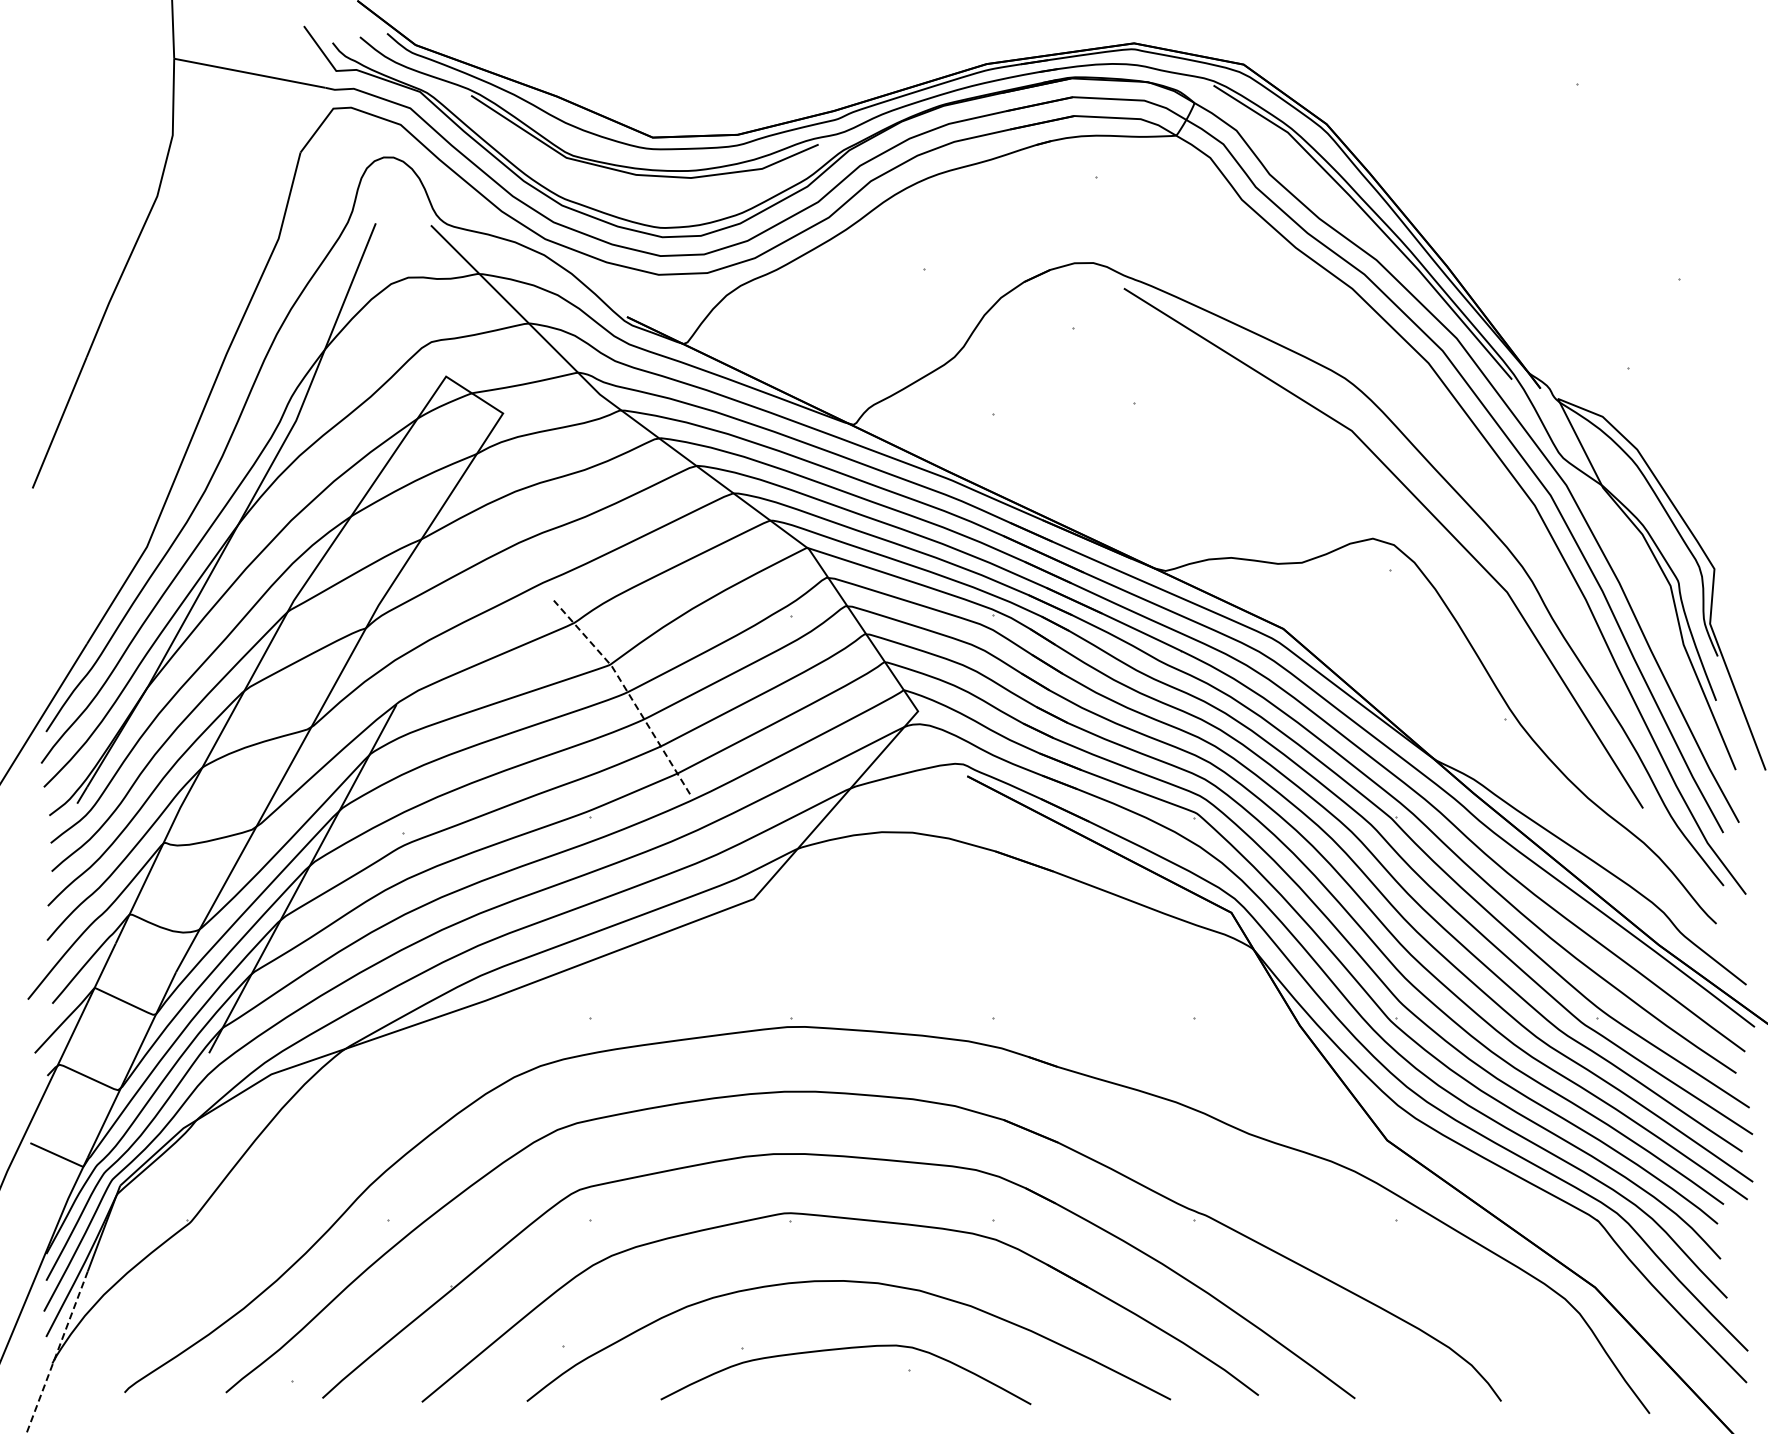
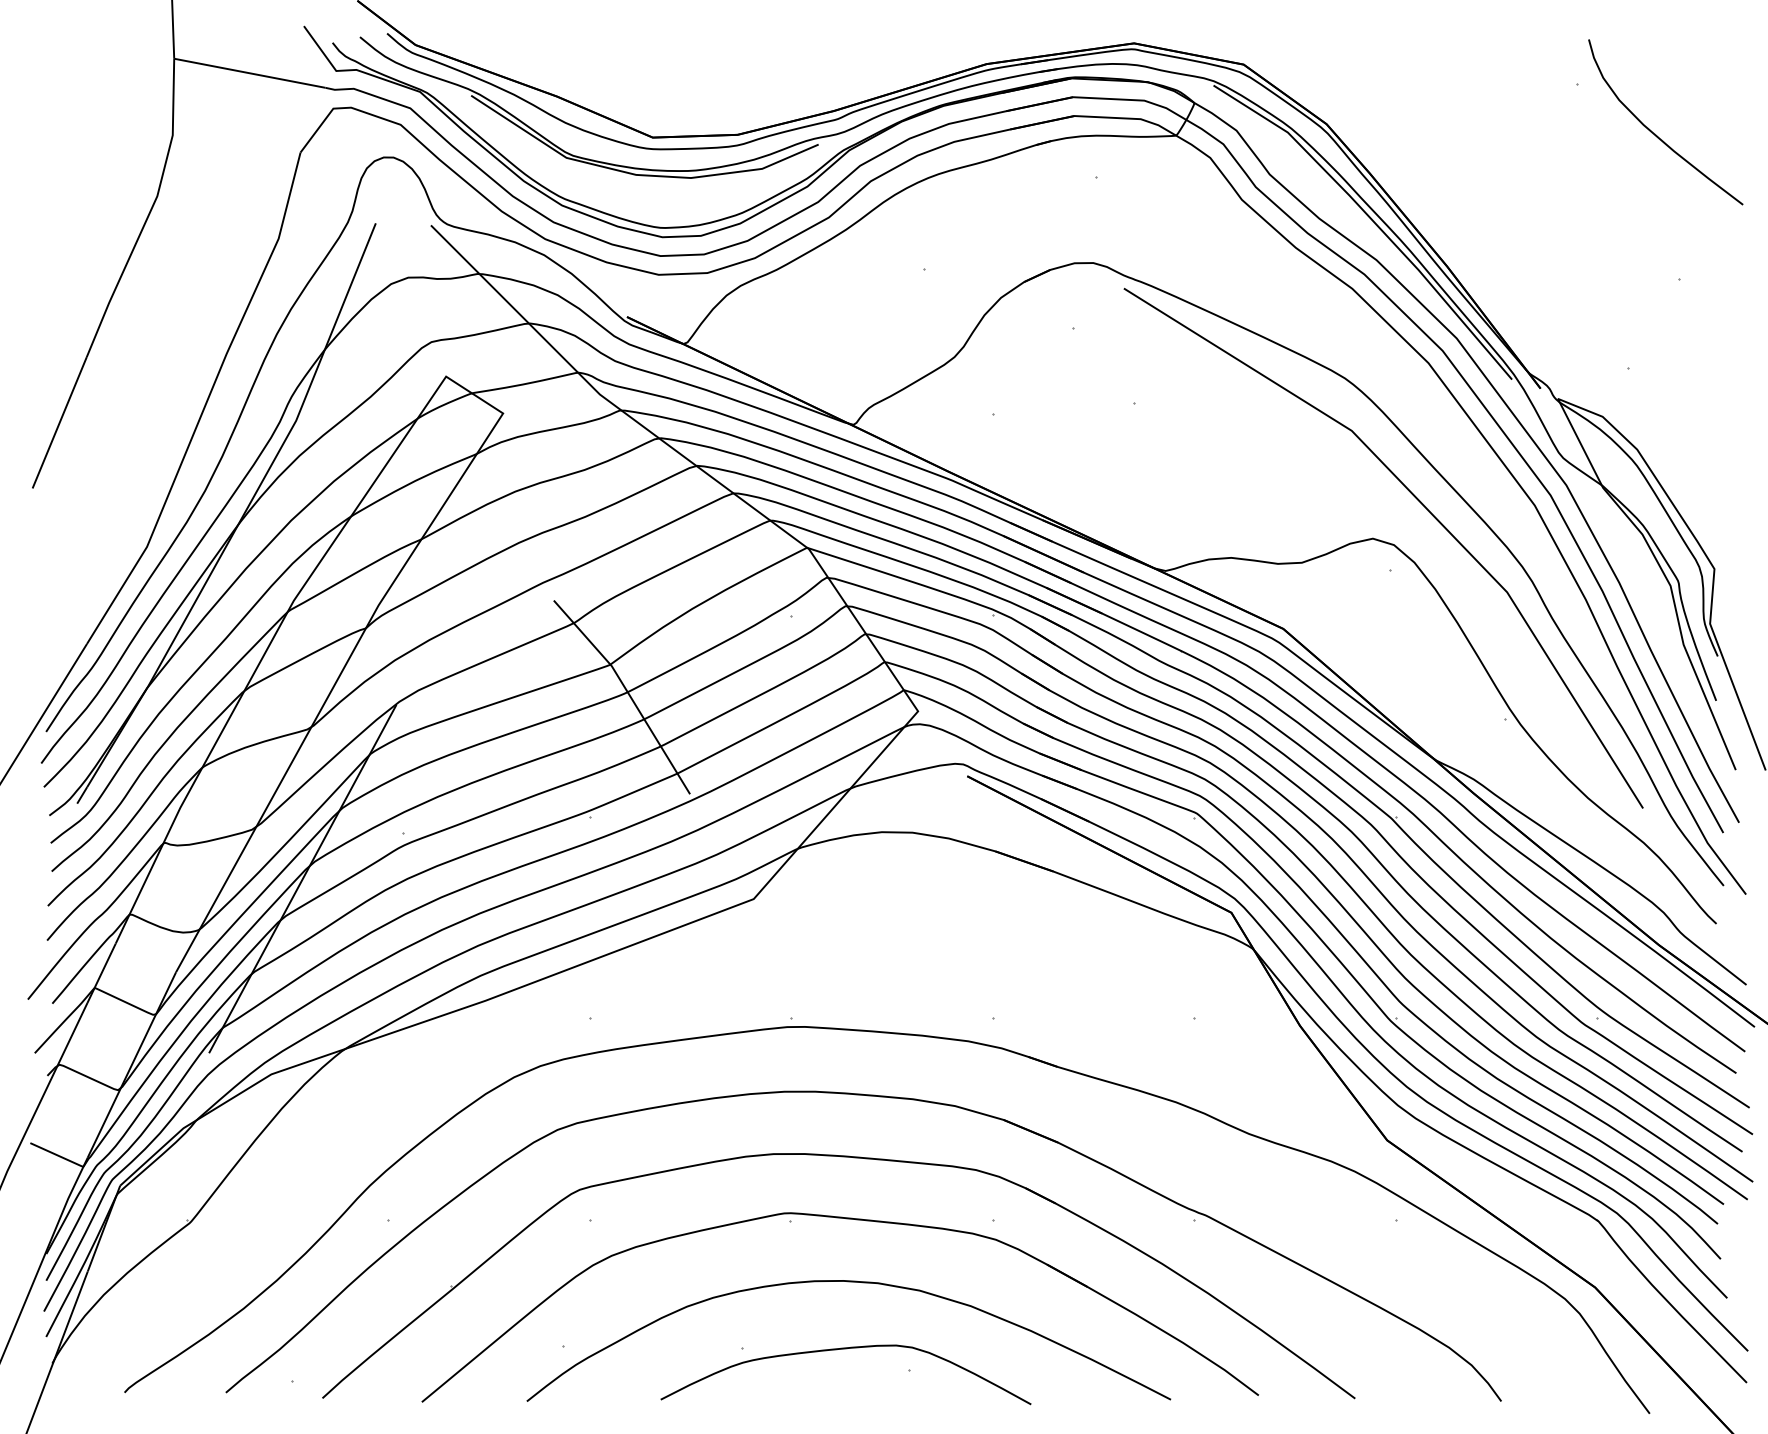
curve at (1655, 133): none -> present
line at (627, 692): dashed -> solid
line at (57, 1352): dashed -> solid
